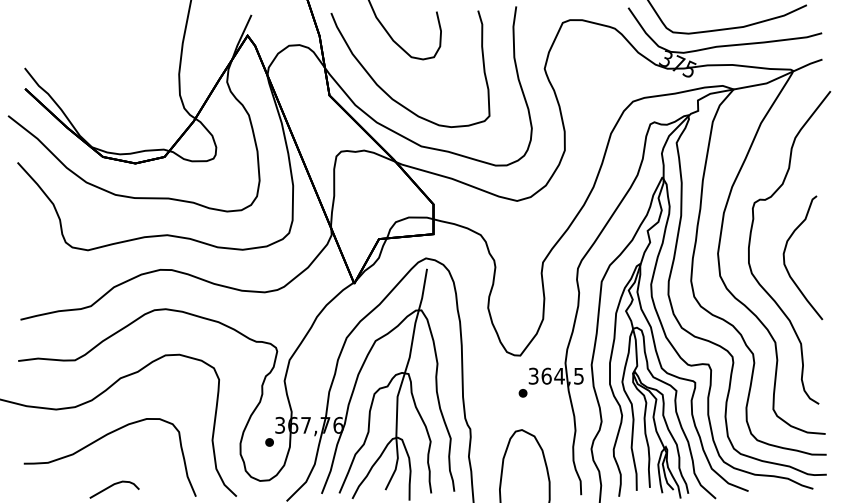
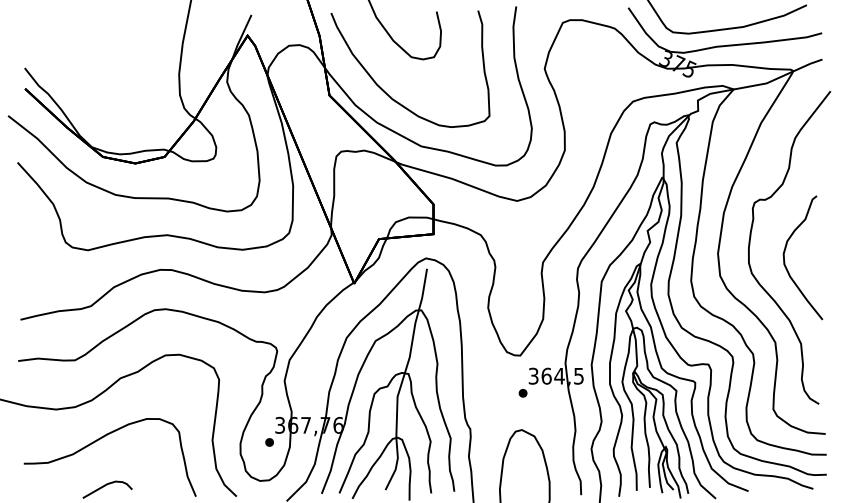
curve at (112, 486) position: (112, 486) -> (105, 486)
